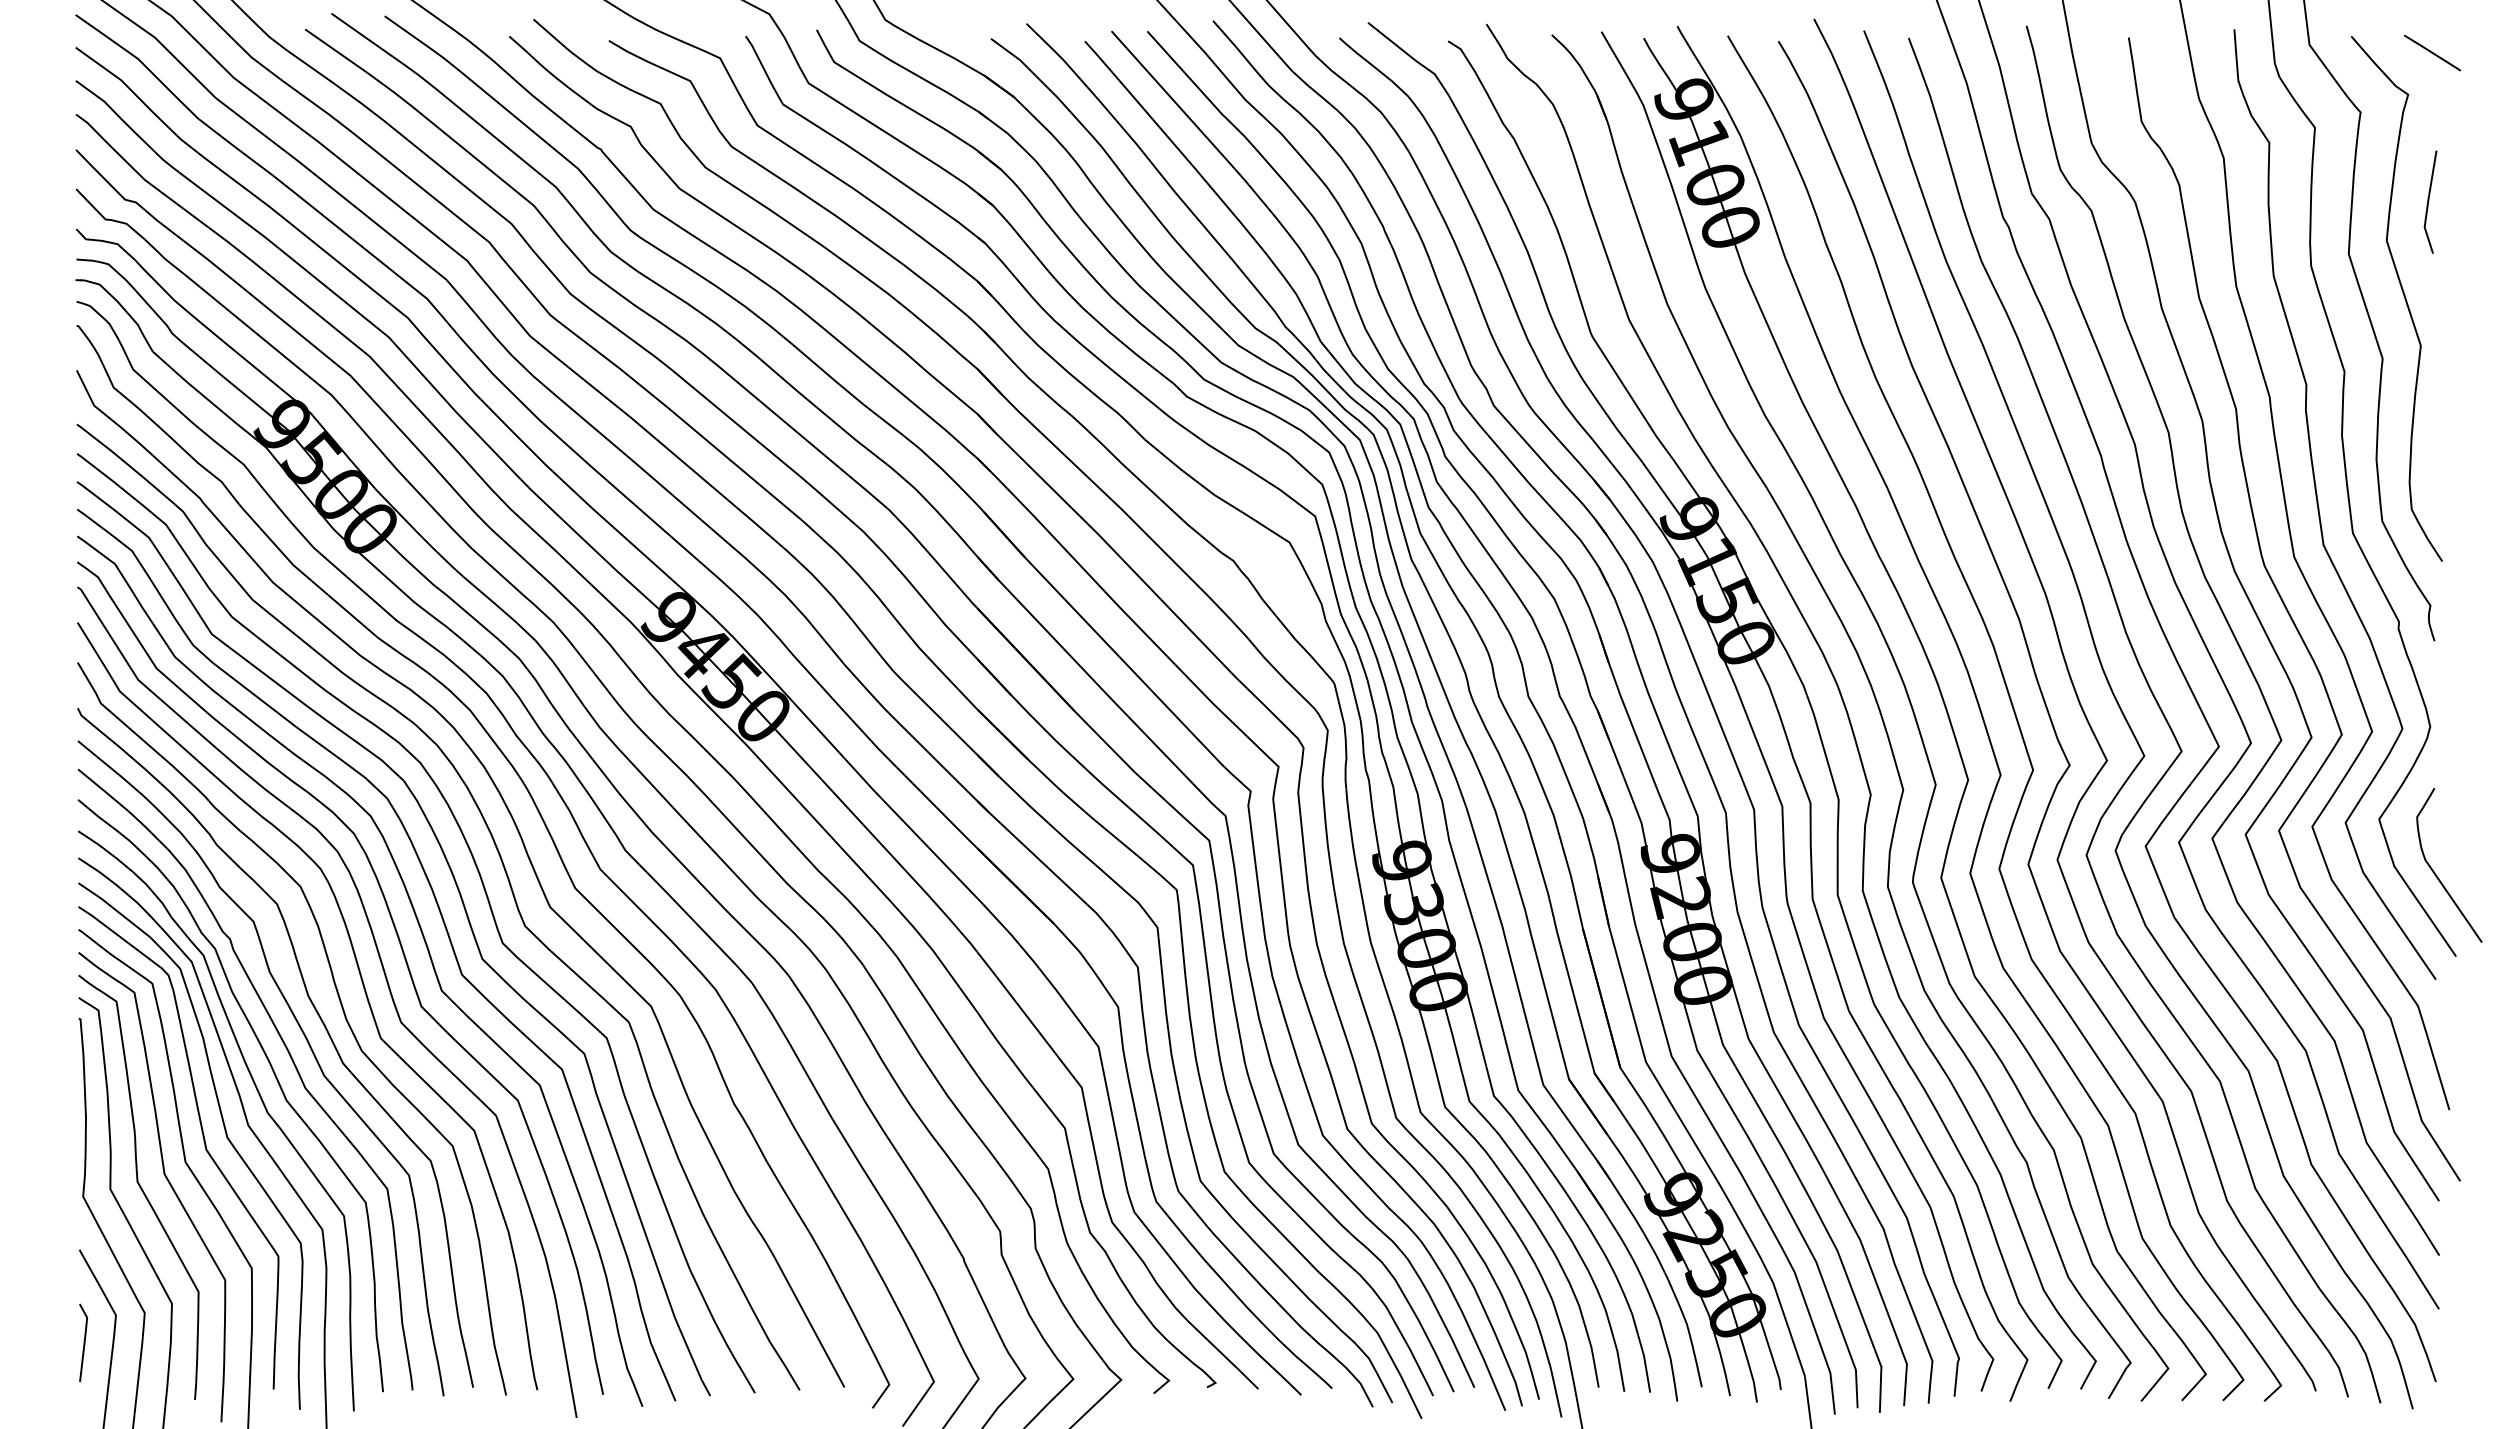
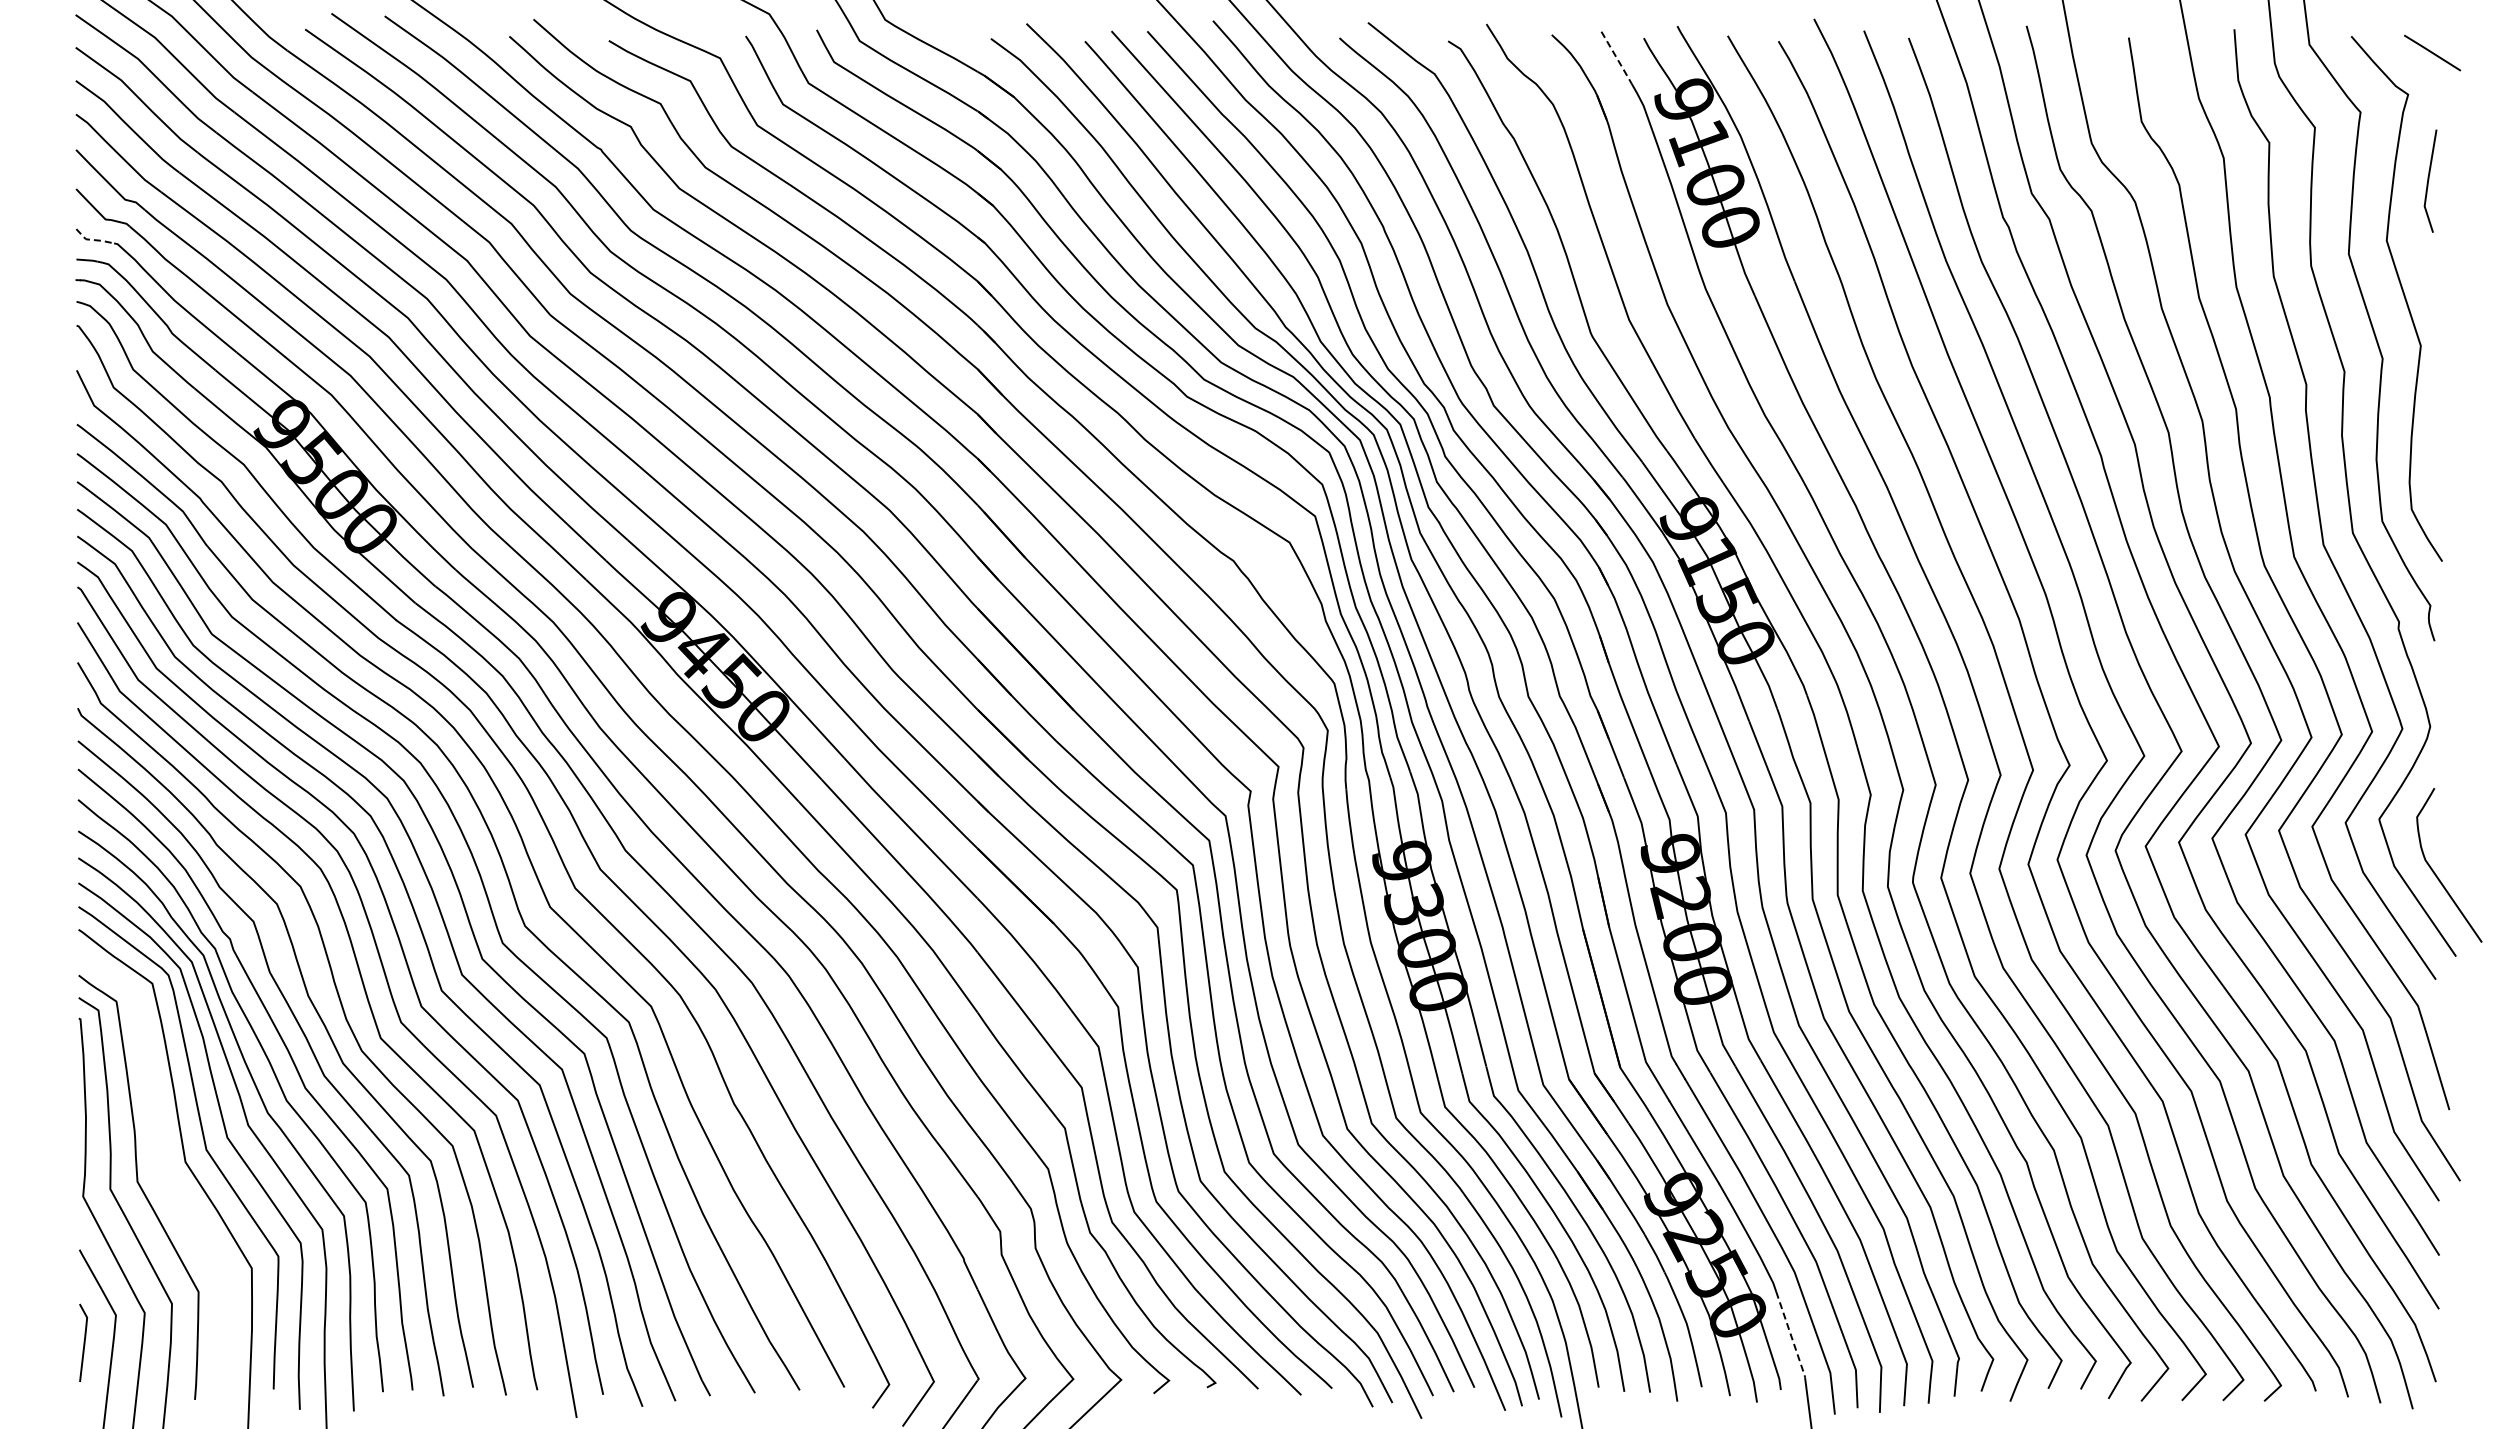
line at (1616, 58): solid -> dashed
line at (2429, 201) position: (2429, 201) -> (2429, 180)
line at (93, 240): solid -> dashed
curve at (166, 1179): present -> none
line at (1791, 1335): solid -> dashed
